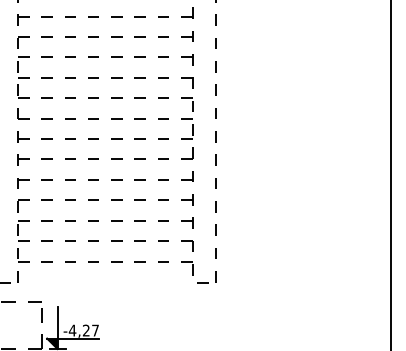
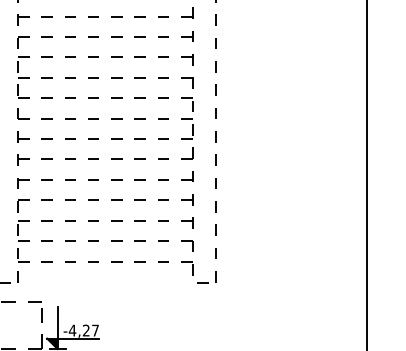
line at (391, 174) position: (391, 174) -> (367, 174)
